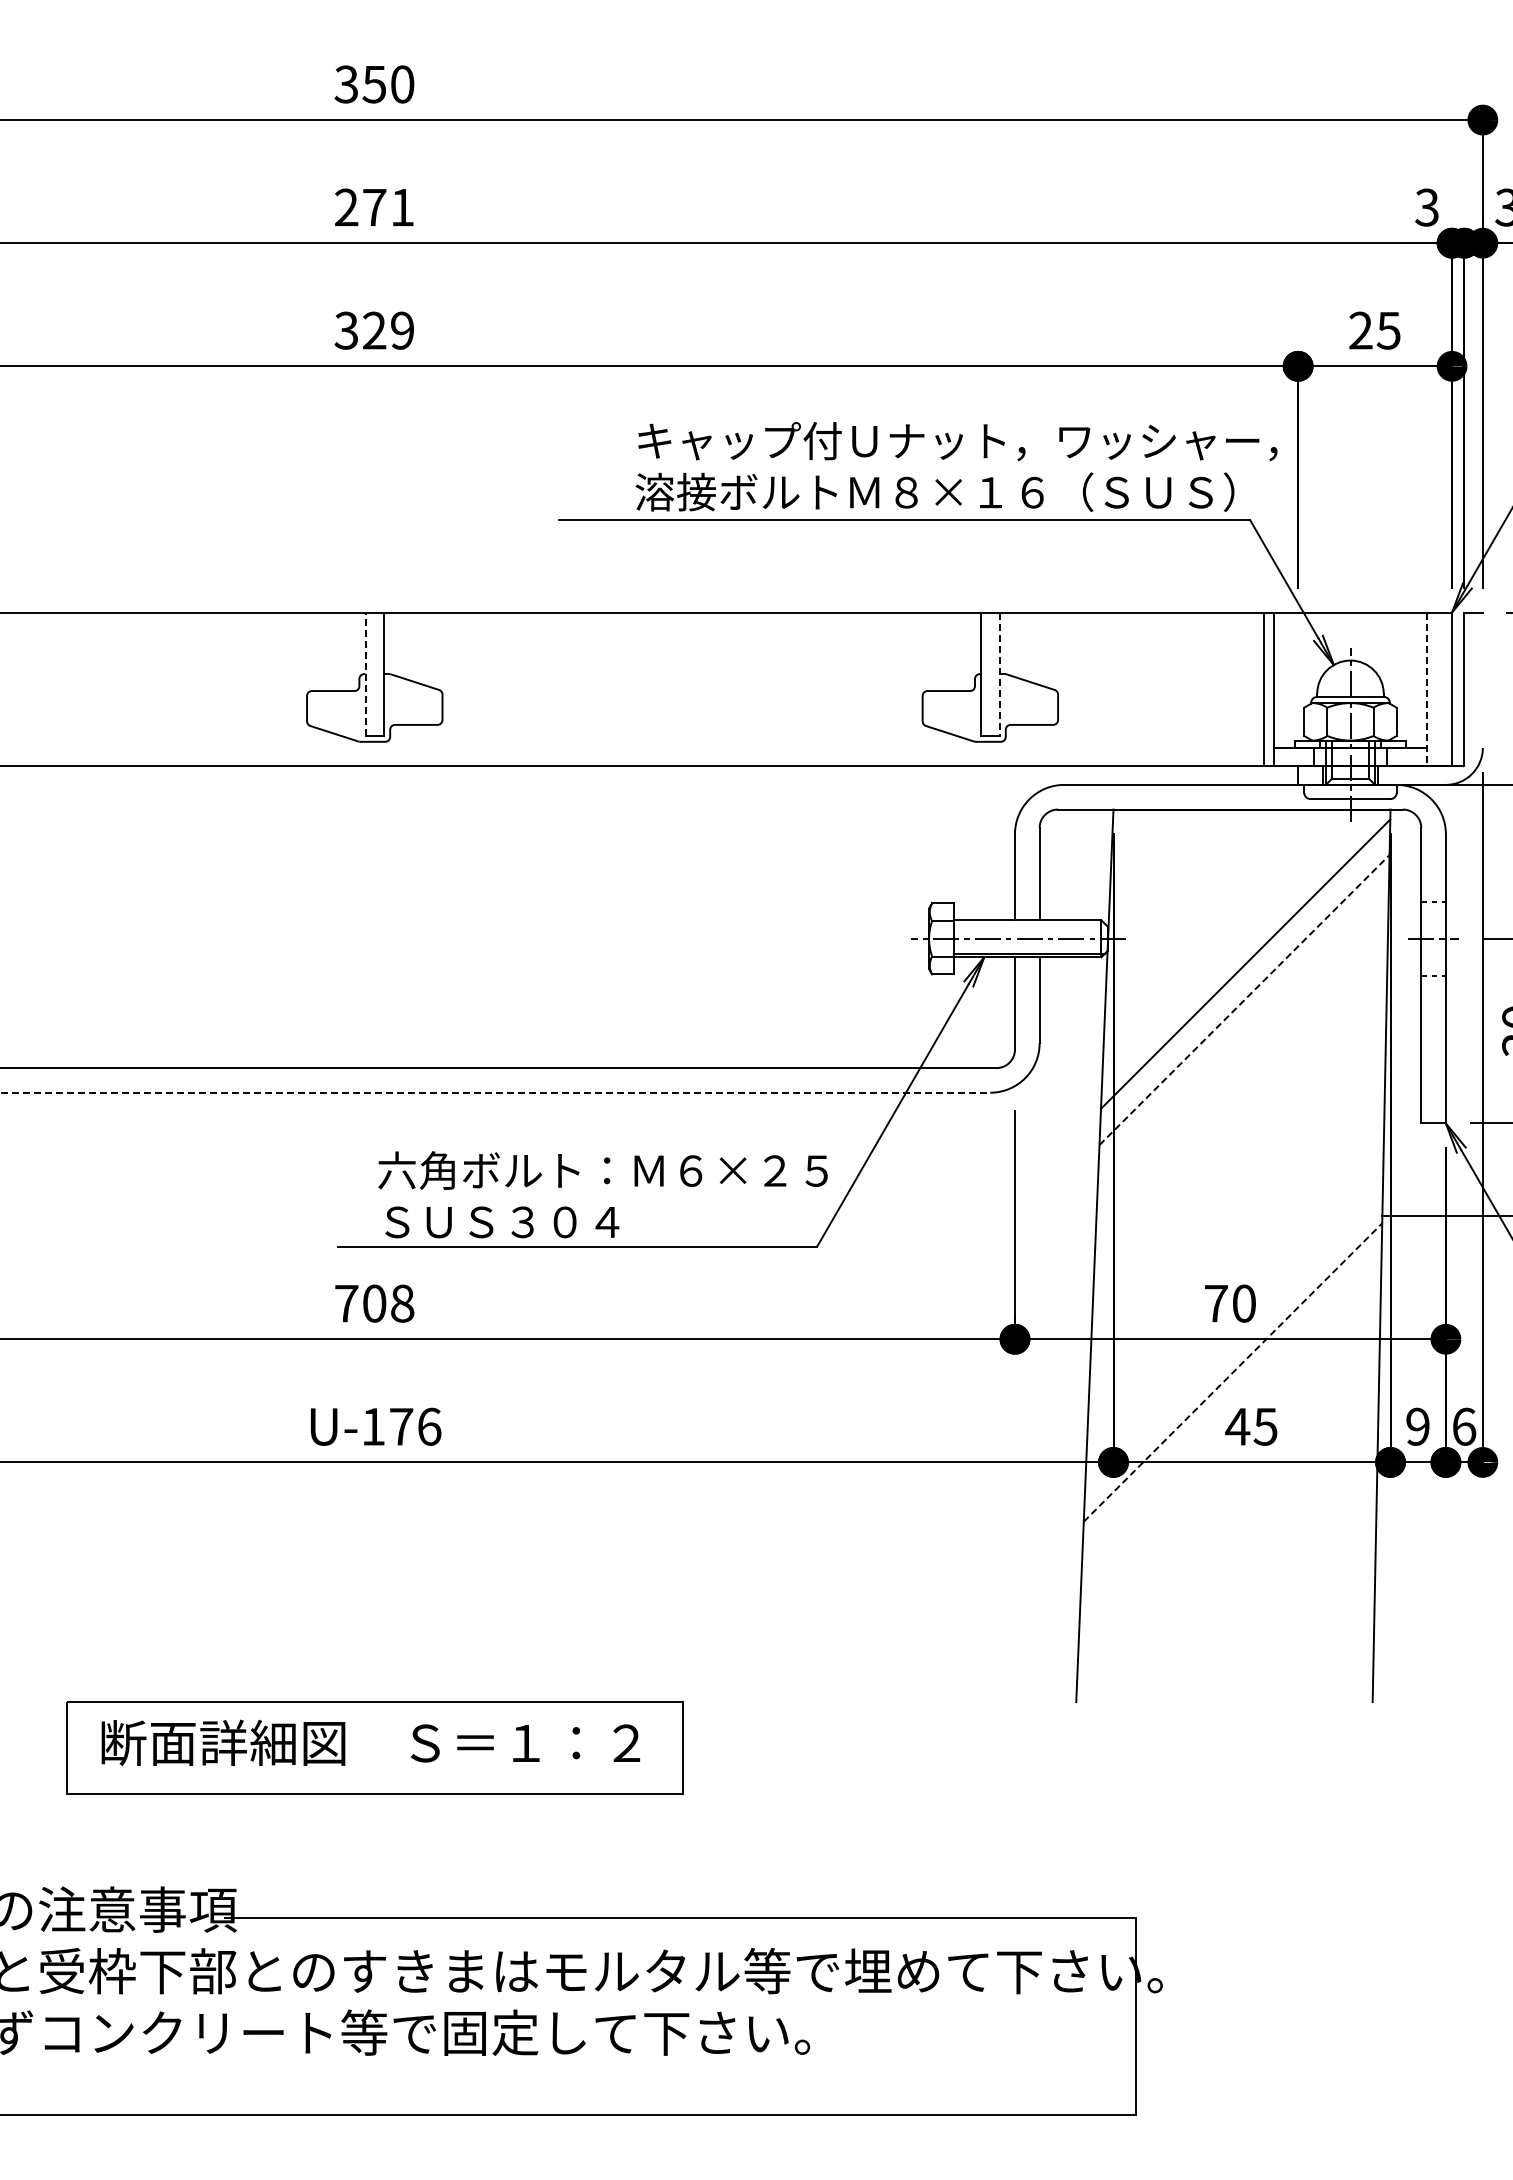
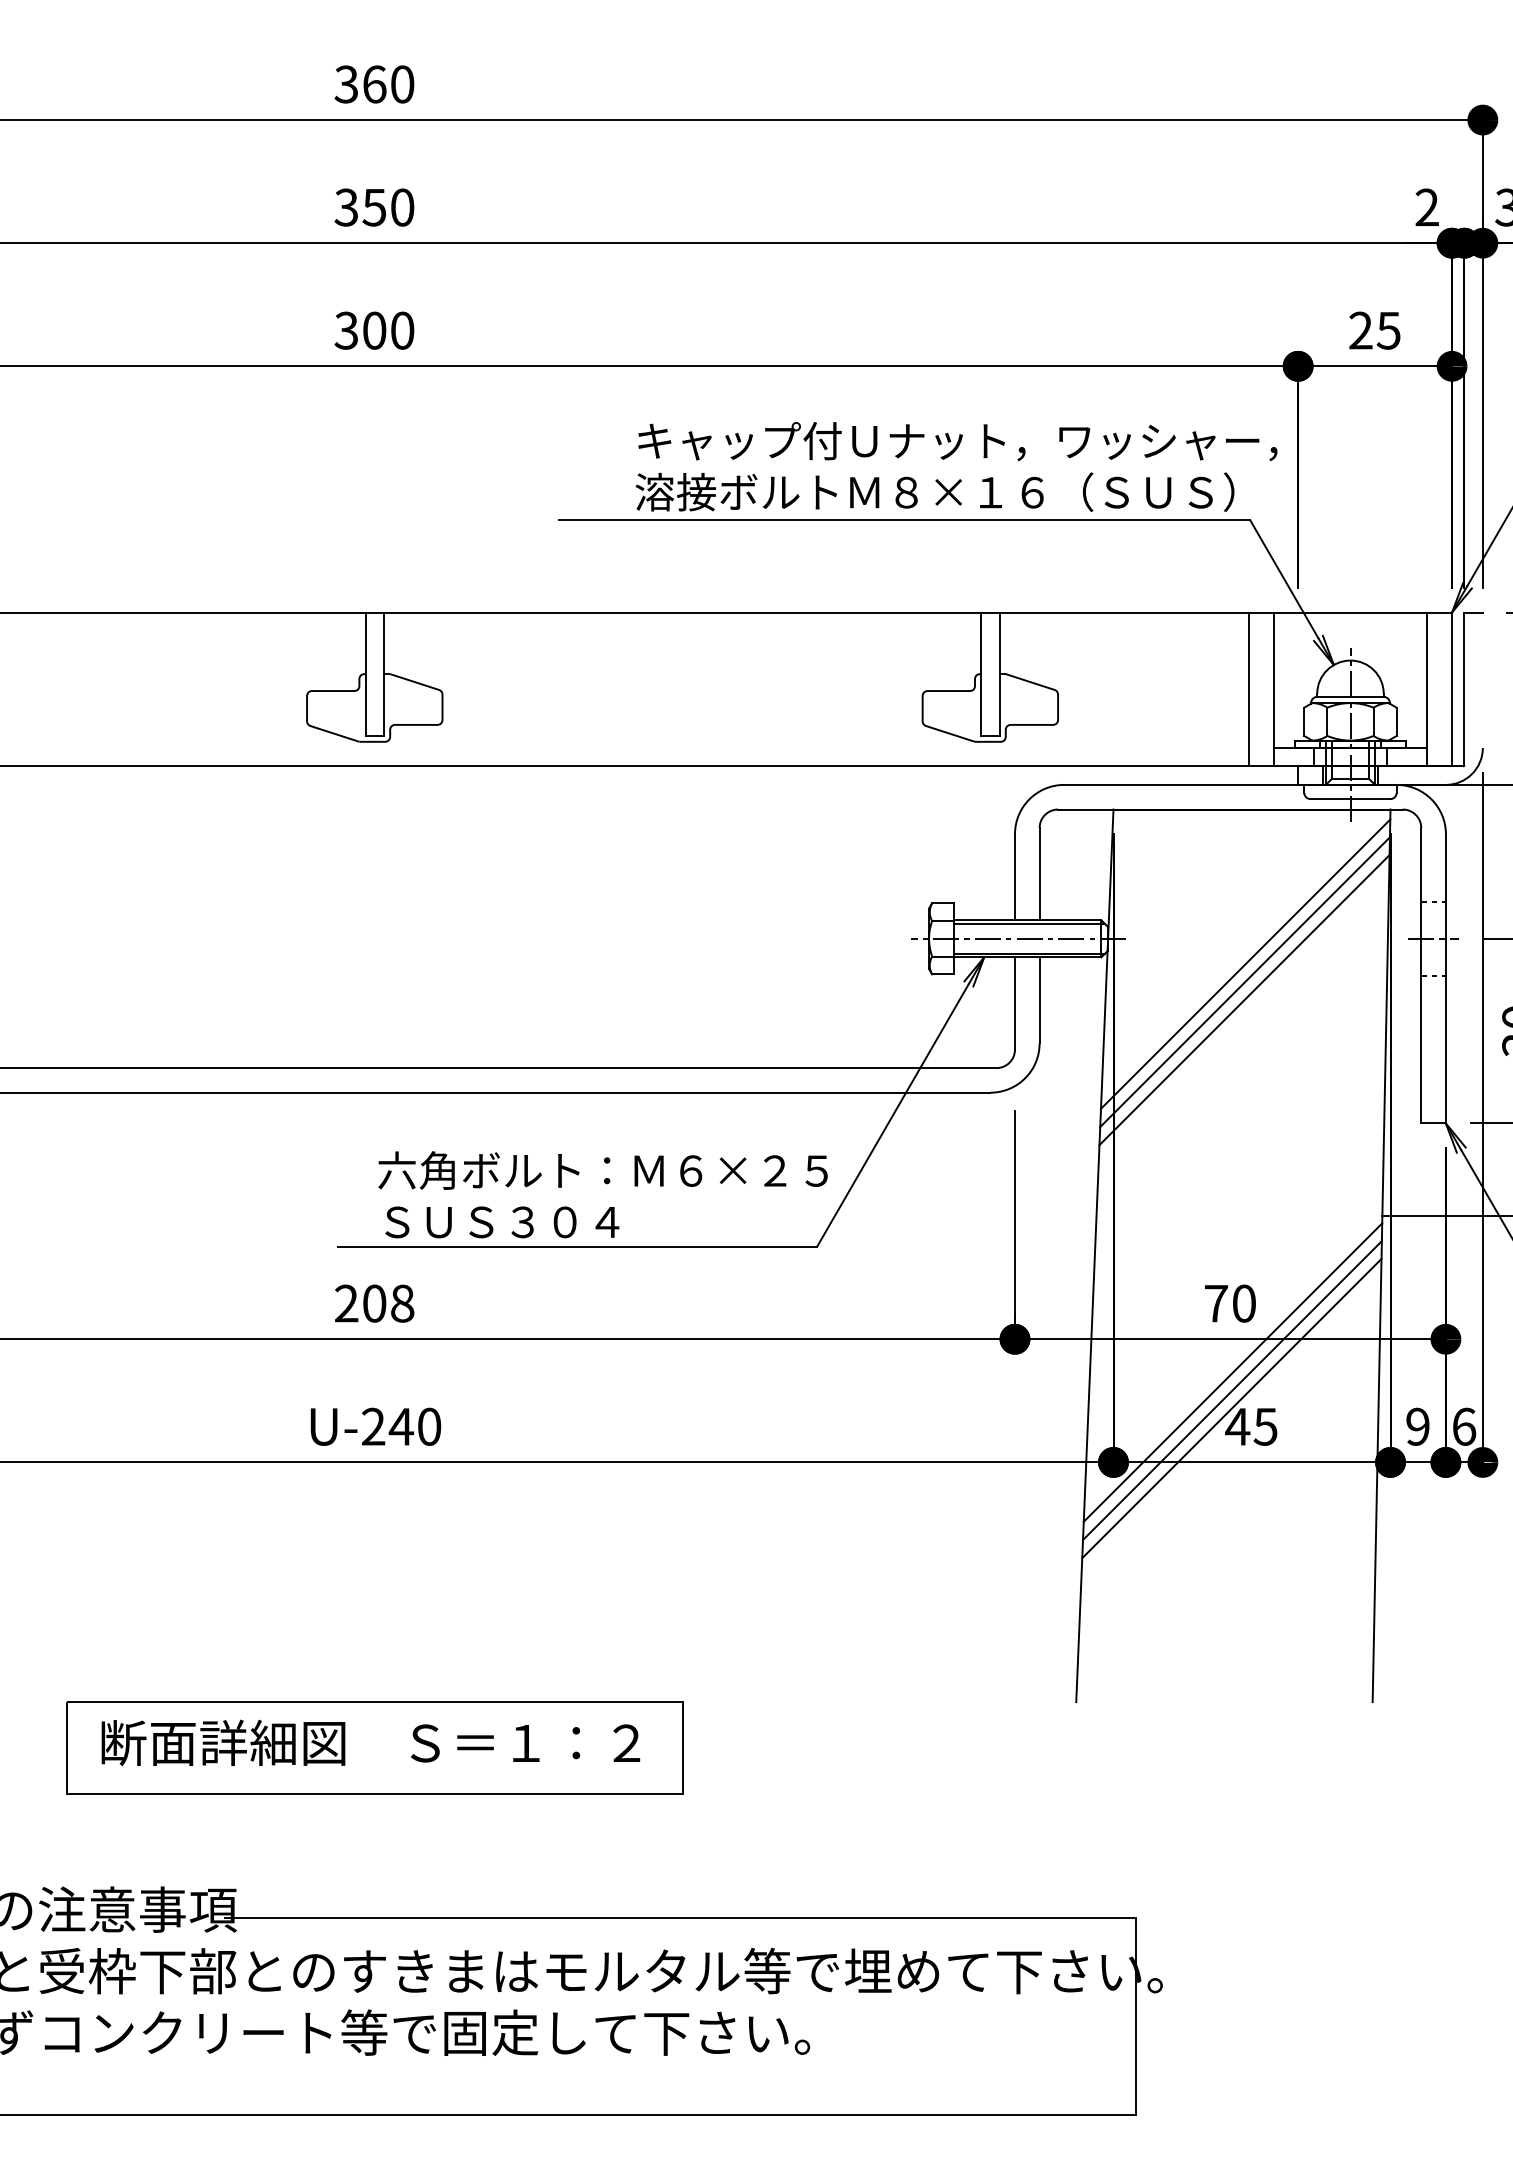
text at (374, 84): 350 -> 360
text at (374, 207): 271 -> 350
text at (1426, 207): 3 -> 2
text at (388, 330): 329 -> 300
line at (365, 674): dashed -> solid
line at (999, 674): dashed -> solid
line at (1263, 689) position: (1263, 689) -> (1248, 689)
line at (1427, 689): dashed -> solid
line at (1029, 924): none -> present
line at (1244, 982): none -> present
line at (1244, 999): dashed -> solid
line at (495, 1092): dashed -> solid
text at (346, 1303): 708 -> 208
line at (1233, 1372): dashed -> solid
line at (1232, 1390): none -> present
line at (1231, 1408): none -> present
text at (401, 1426): U-176 -> U-240
